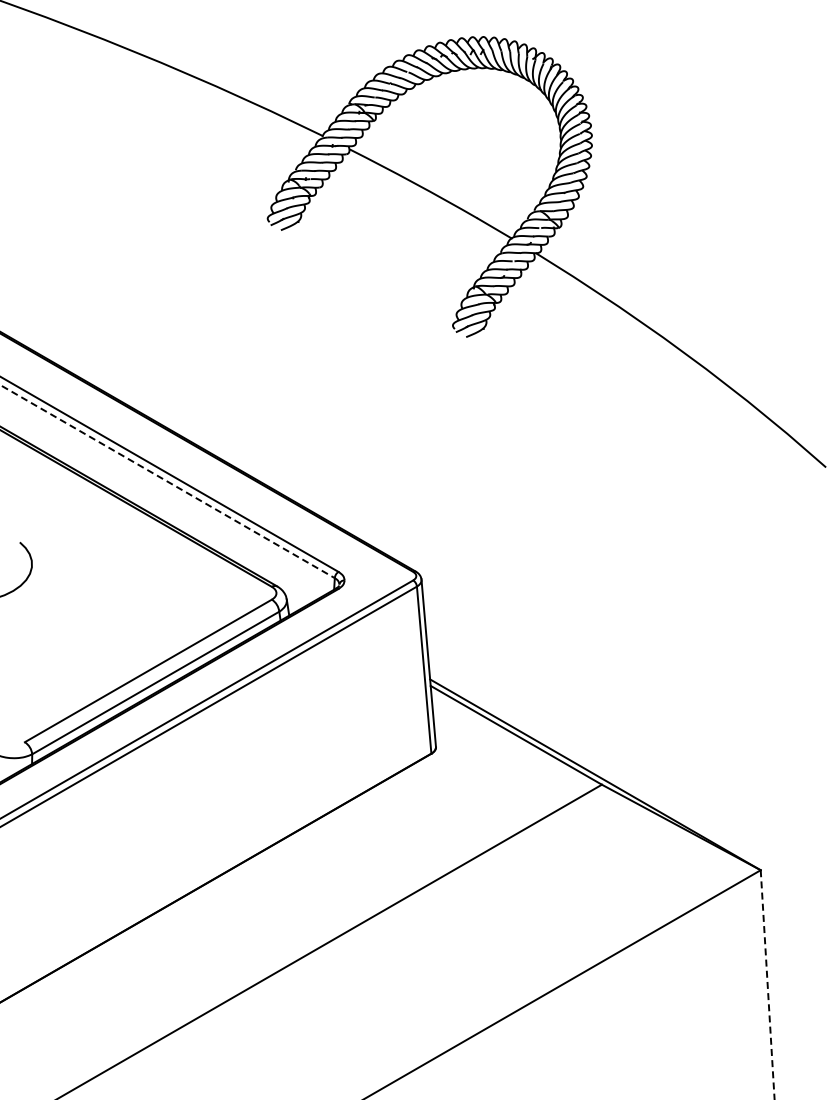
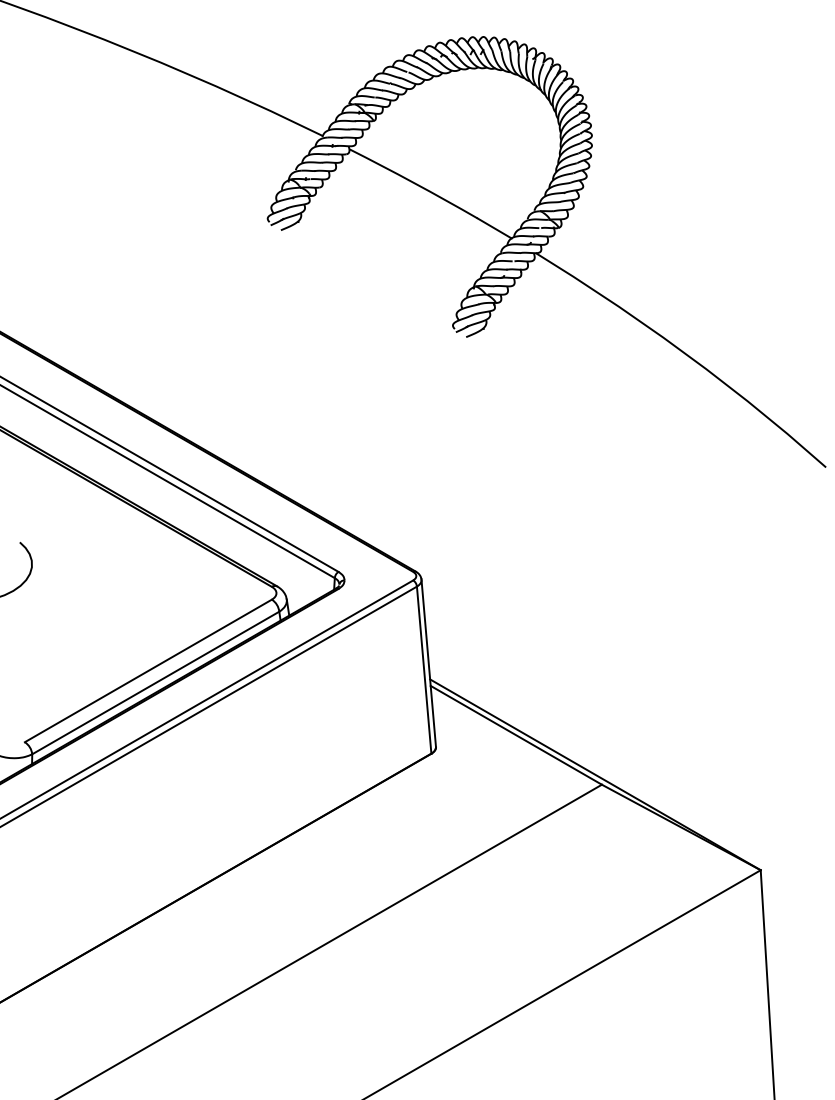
line at (167, 481): dashed -> solid
line at (767, 984): dashed -> solid
